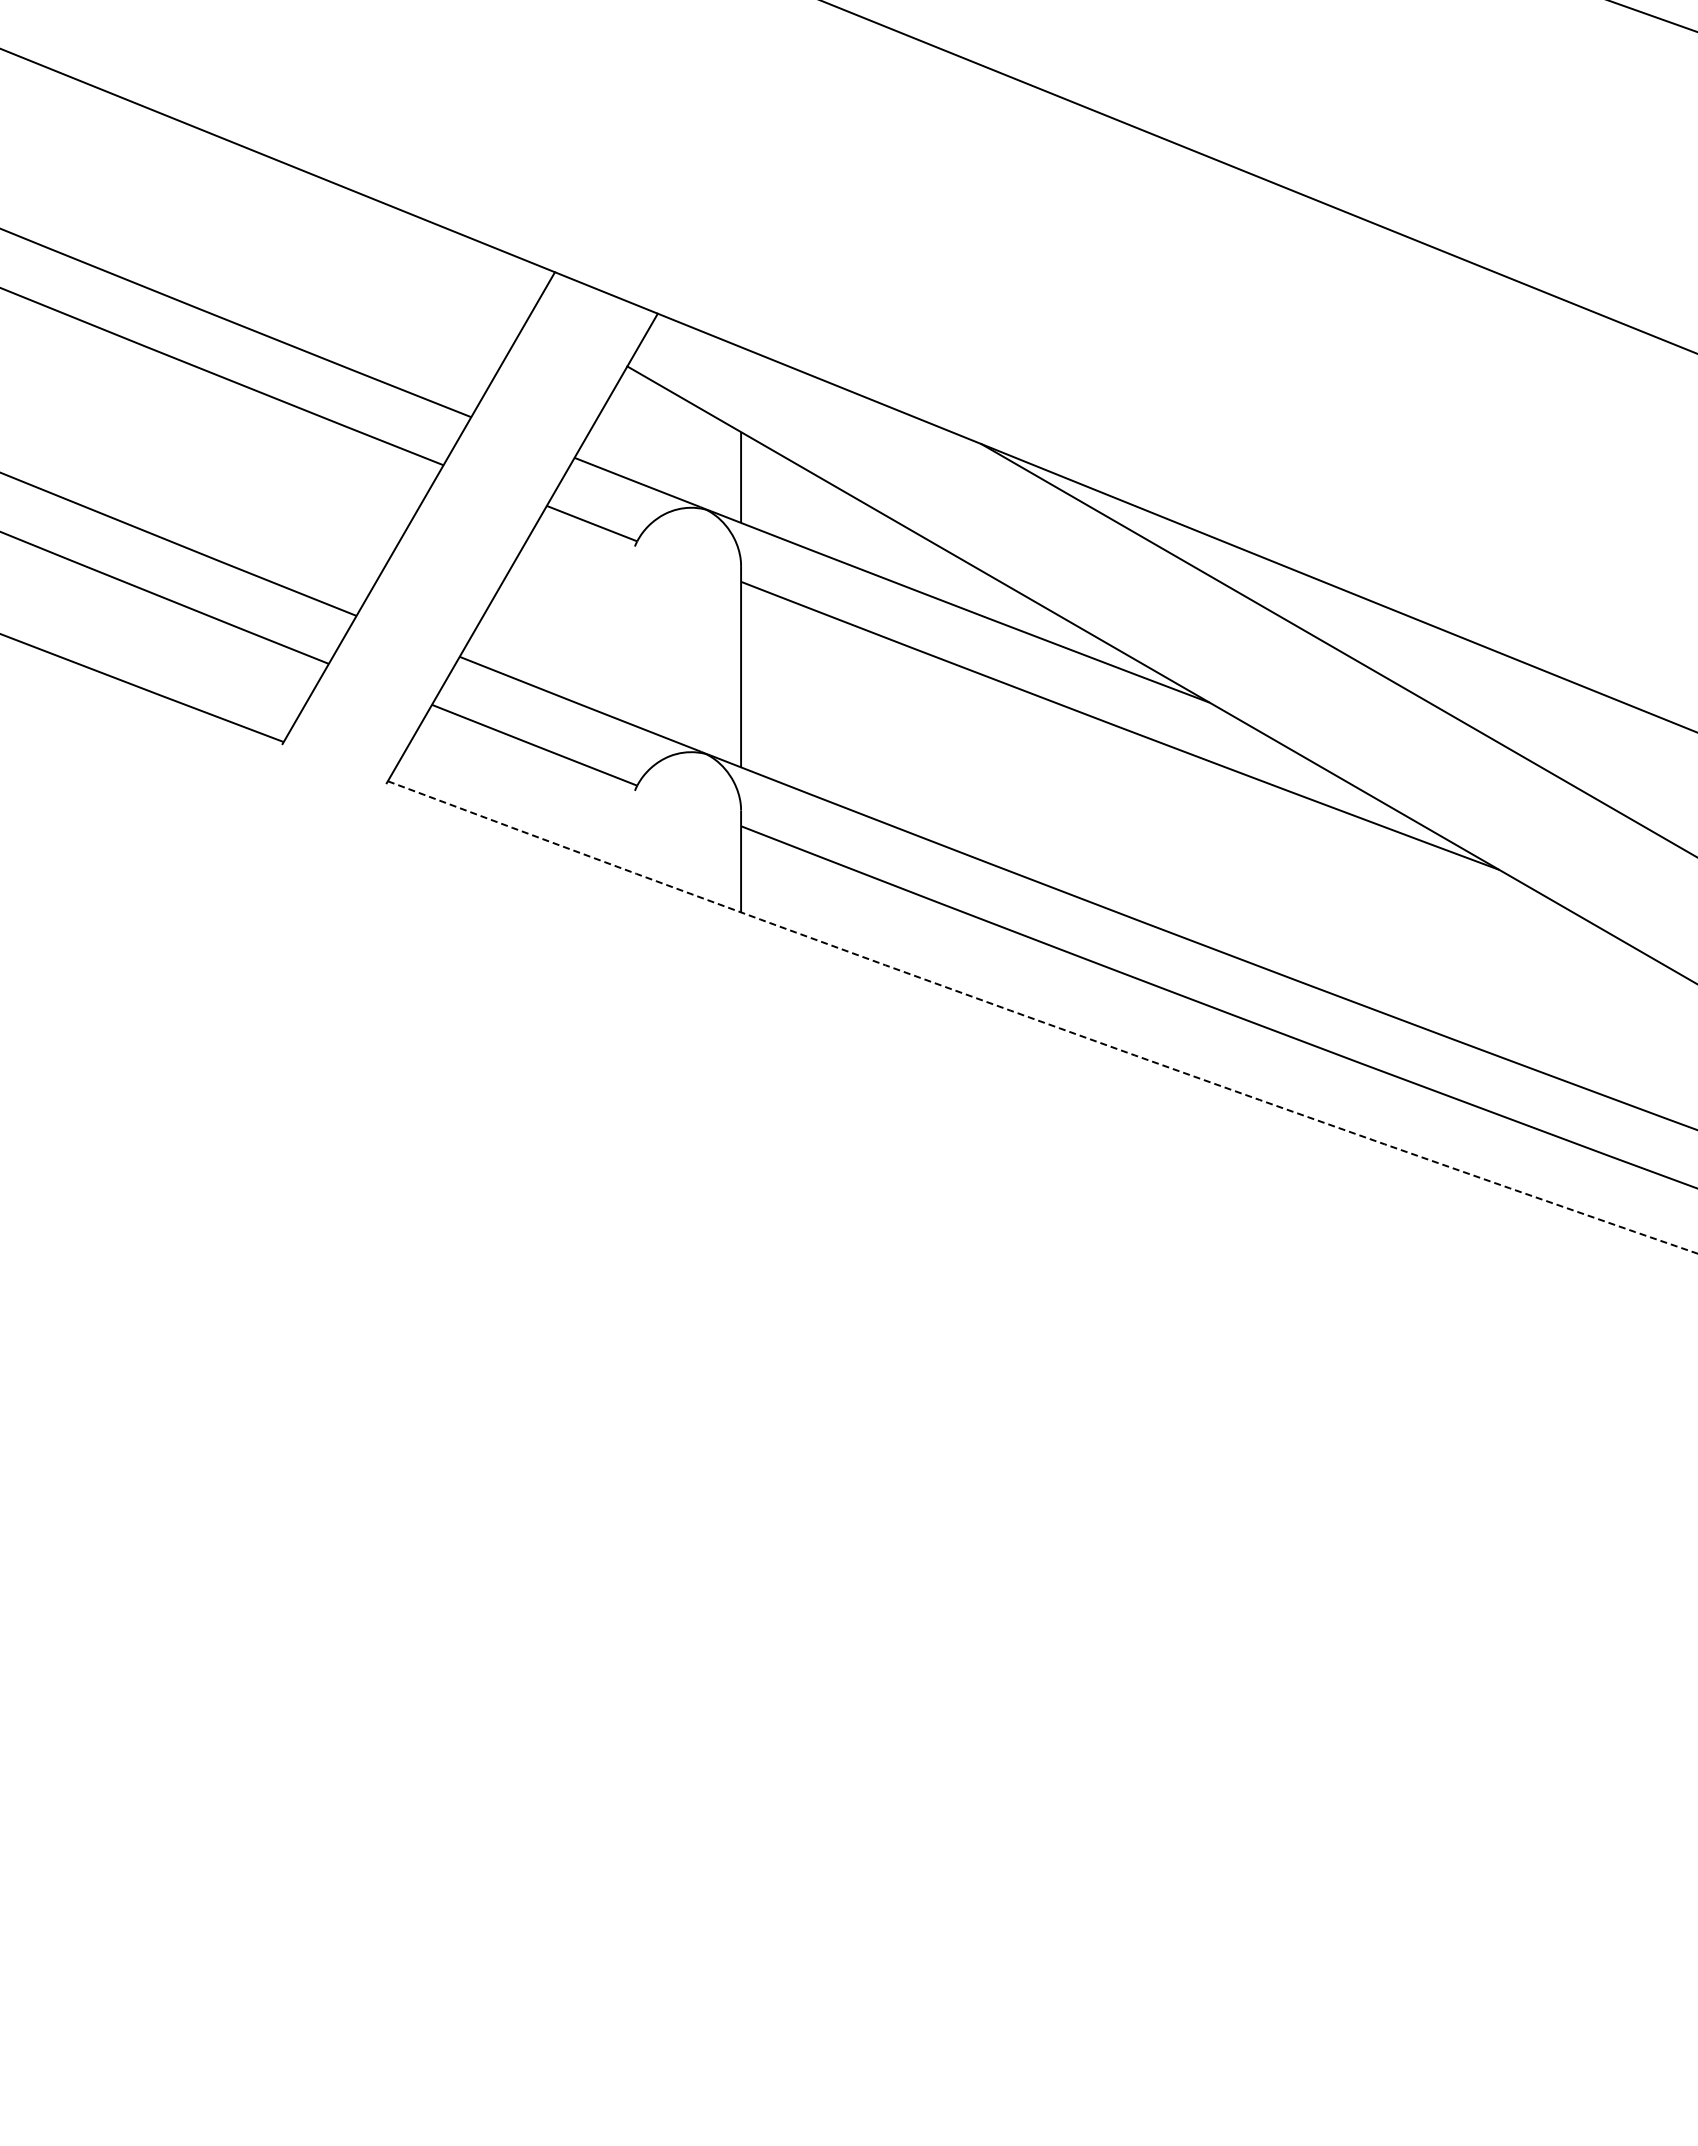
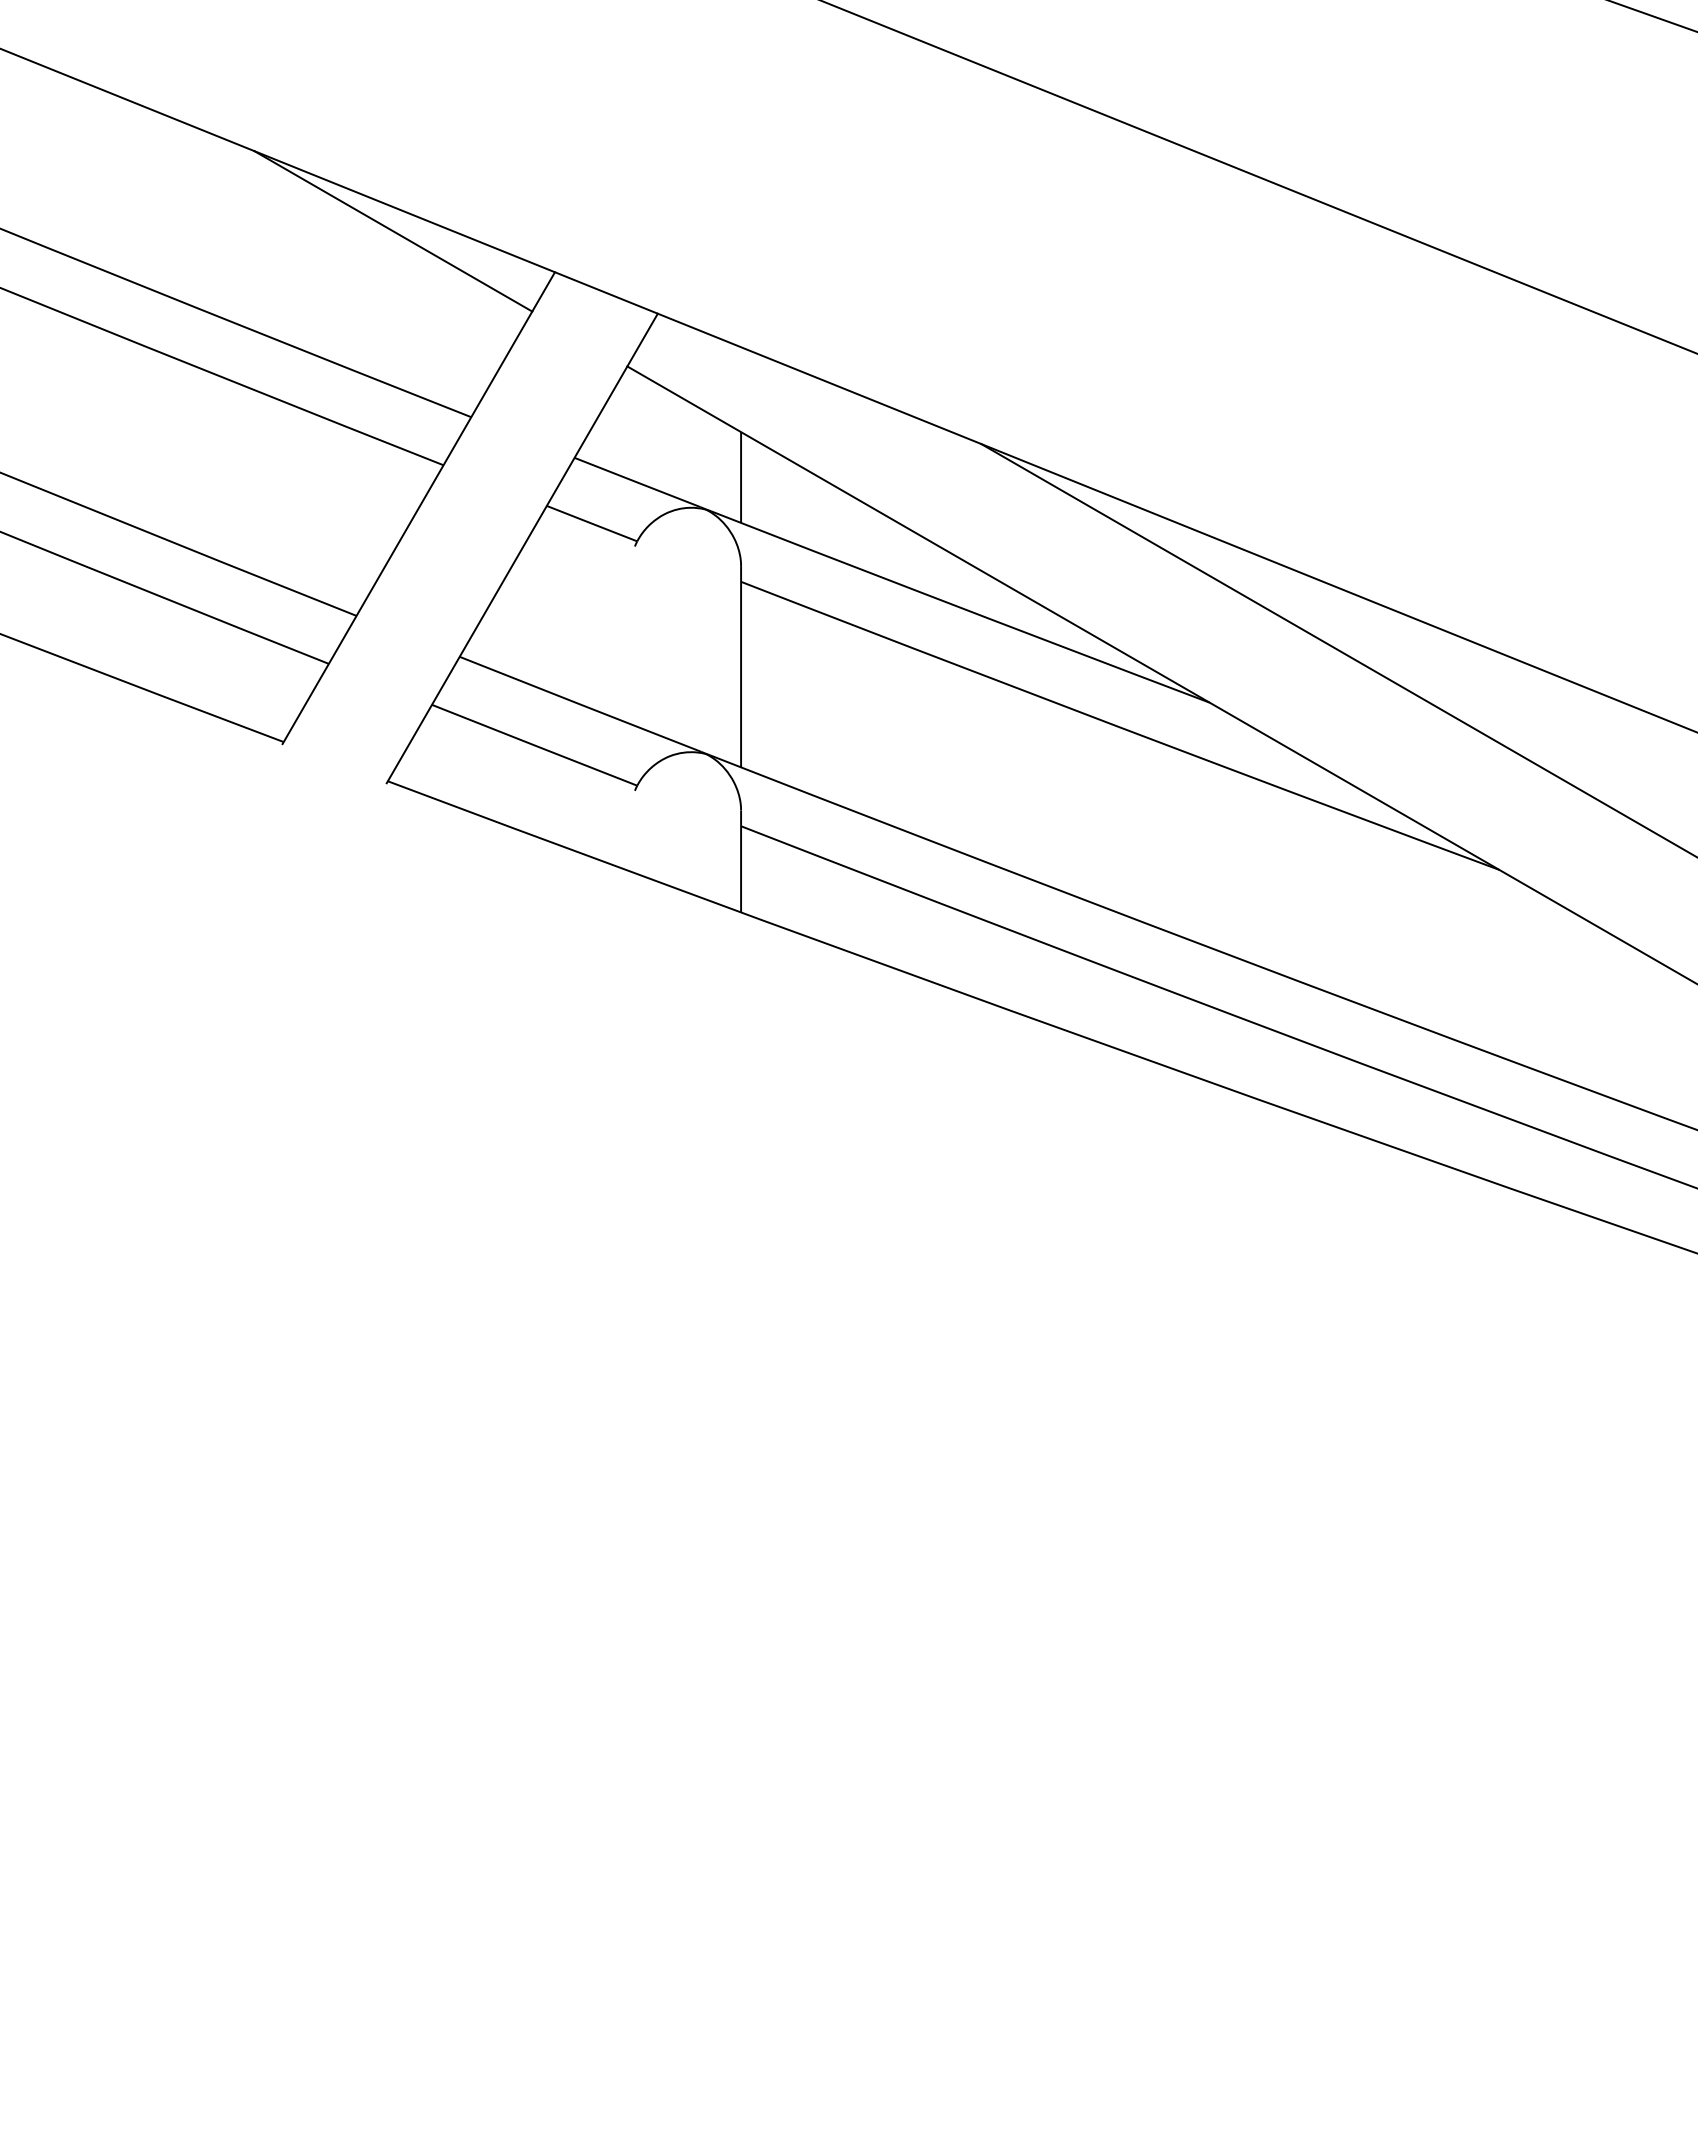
line at (393, 231): none -> present
arc at (1042, 1021): dashed -> solid
